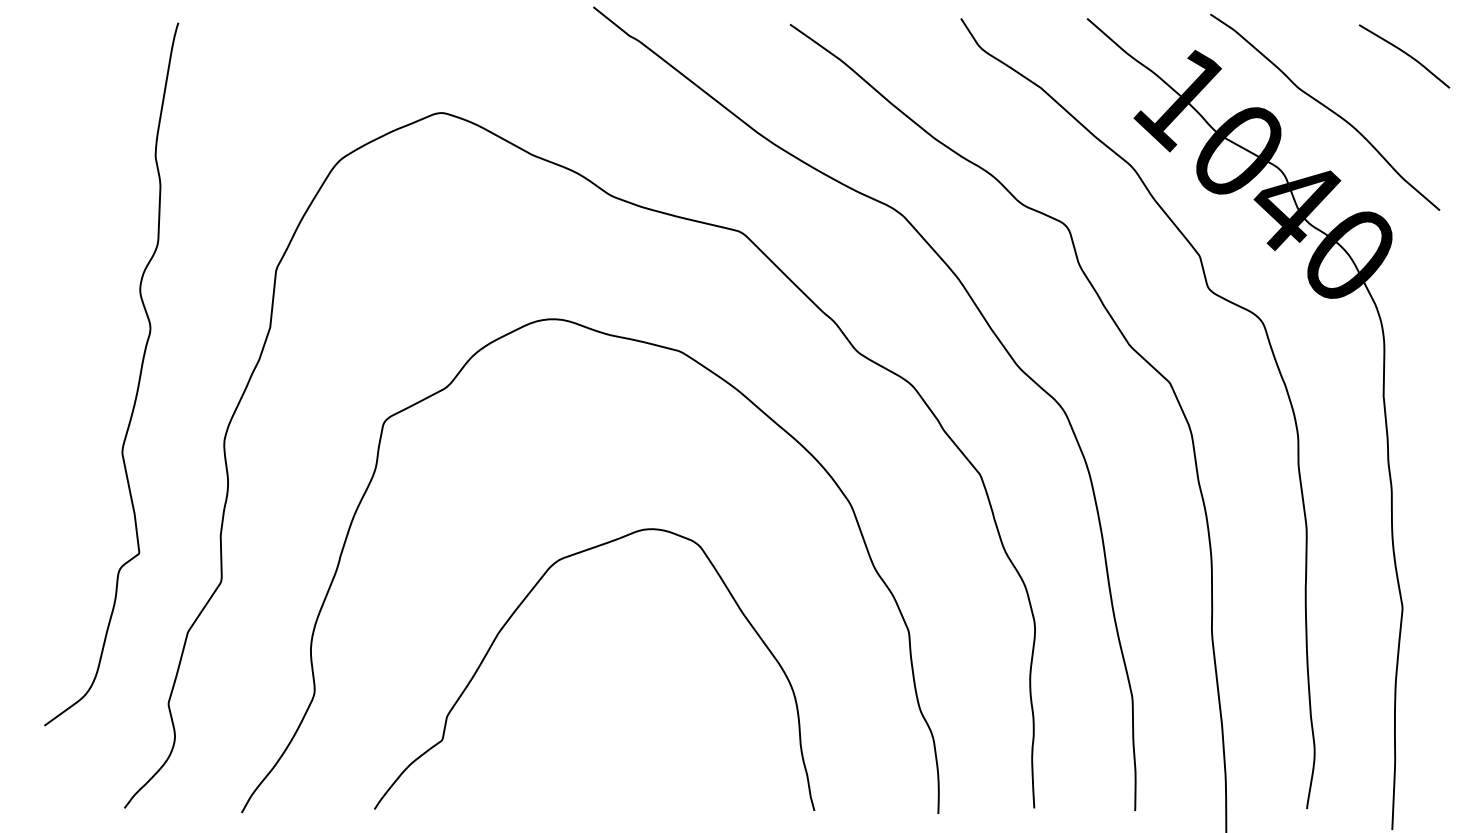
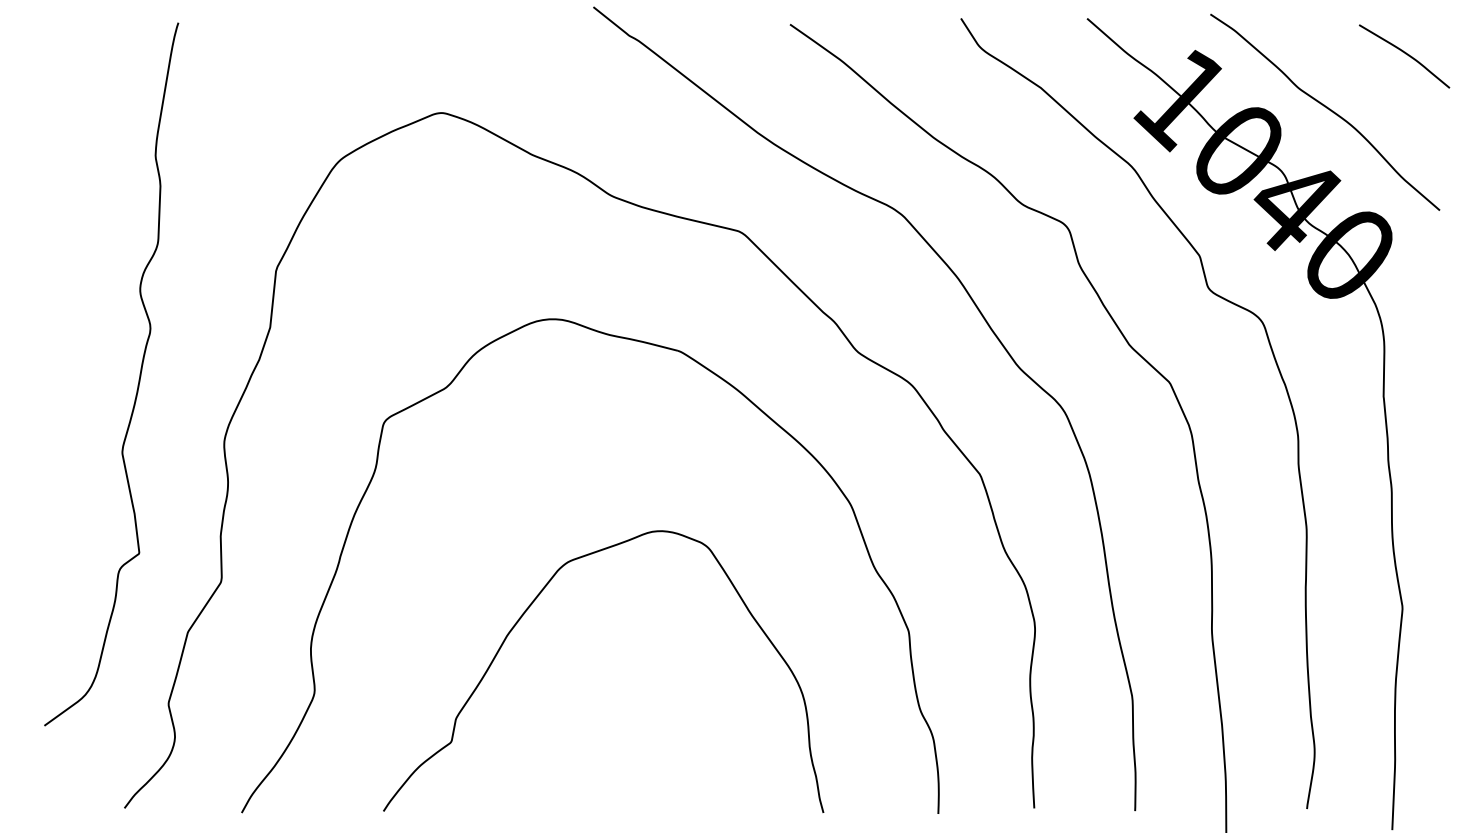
curve at (519, 607) position: (519, 607) -> (528, 609)
